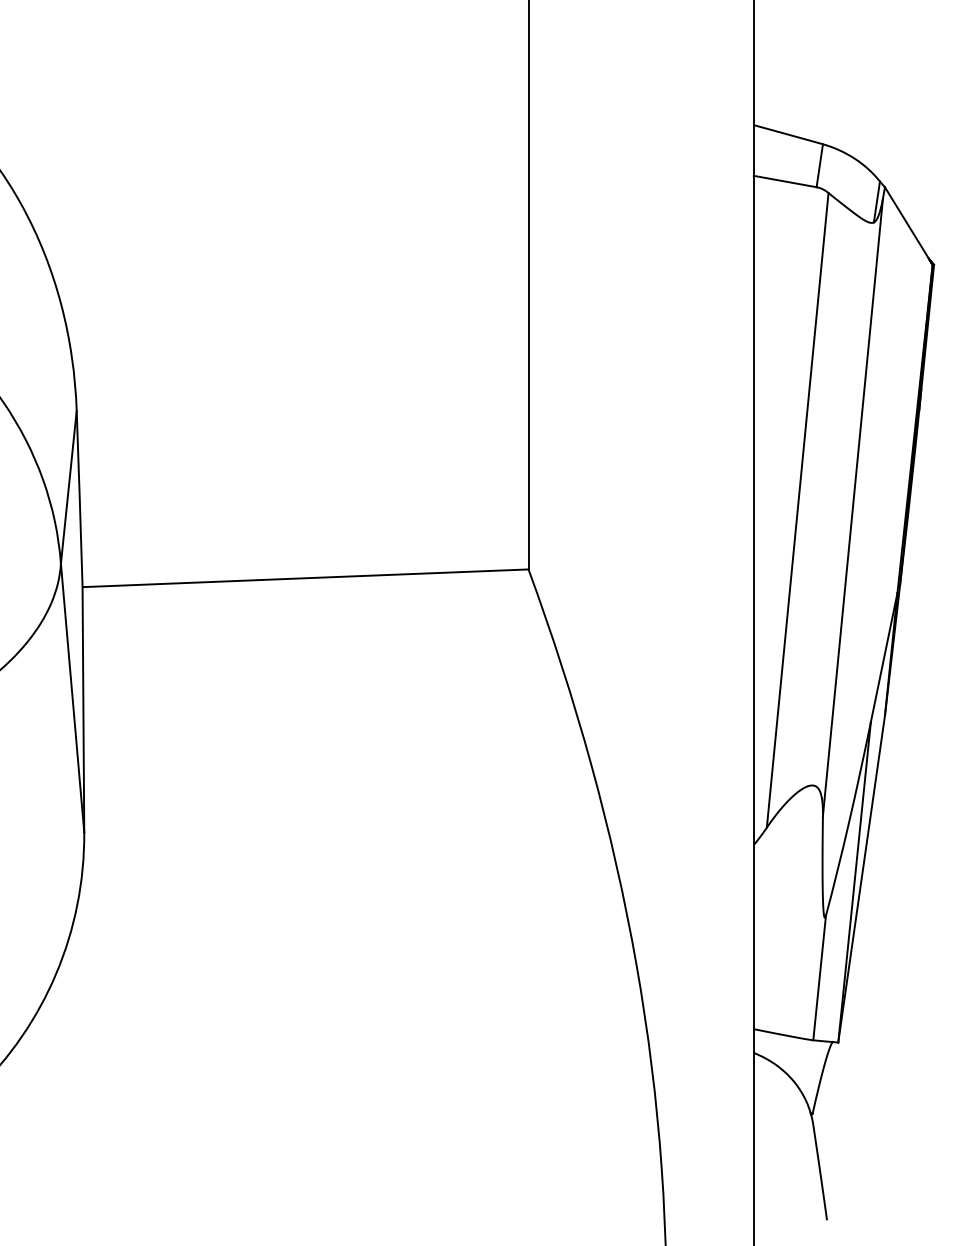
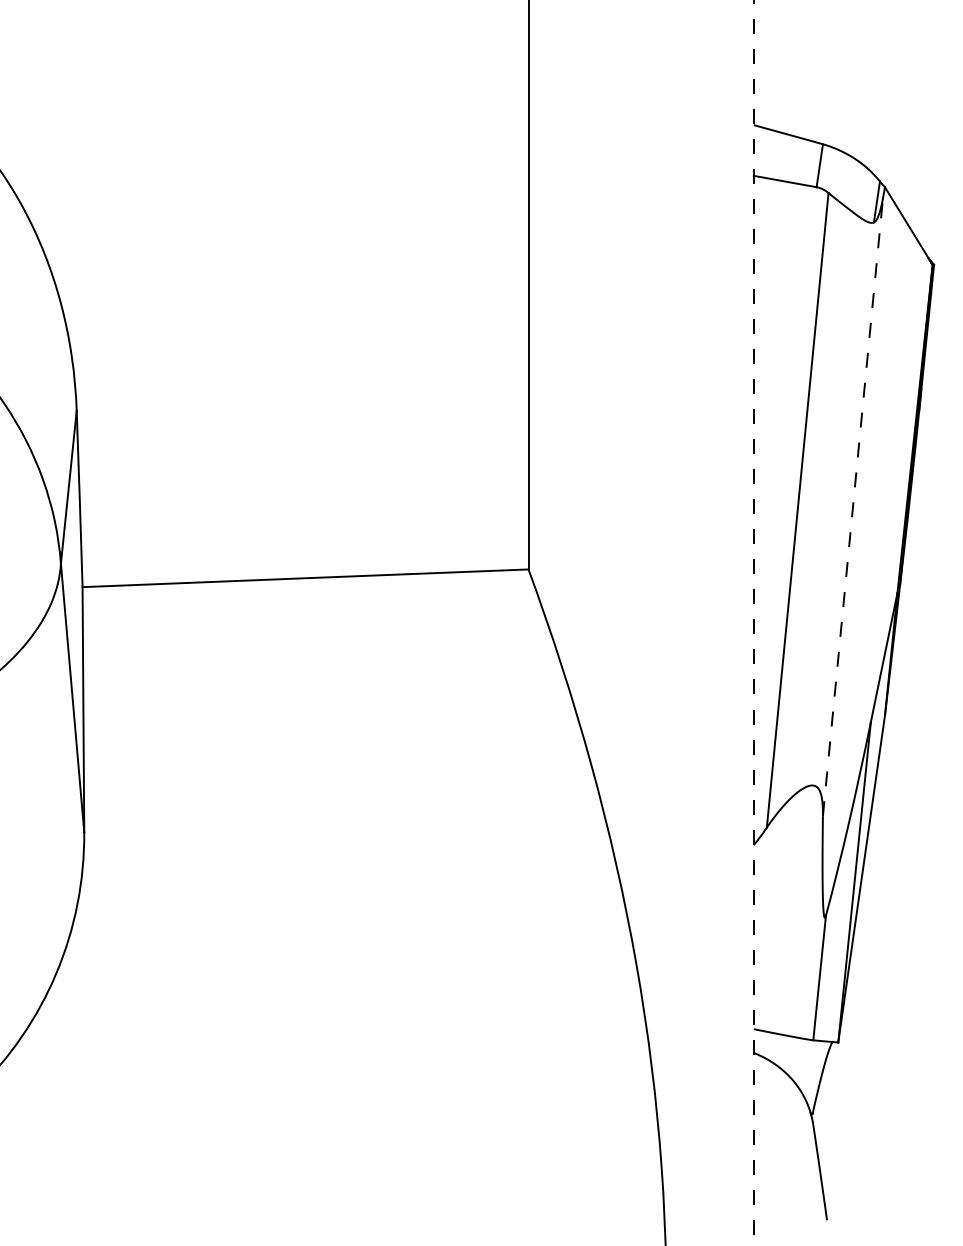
line at (853, 506): solid -> dashed
line at (753, 623): solid -> dashed
